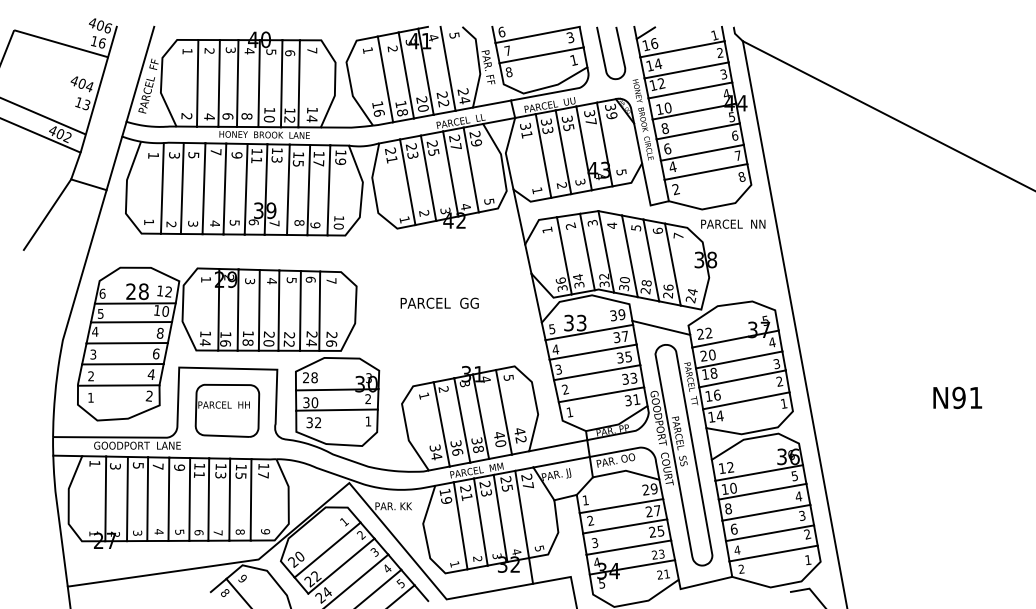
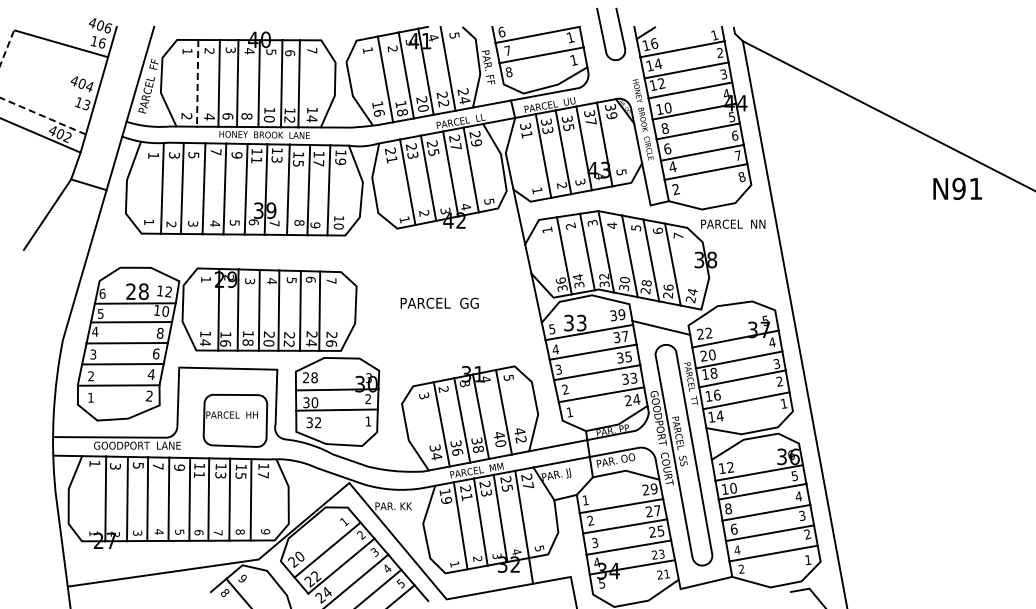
text at (570, 37): 3 -> 1
curve at (604, 56) position: (604, 56) -> (604, 37)
line at (197, 83): solid -> dashed
line at (25, 108): solid -> dashed
text at (424, 395): 1 -> 3
text at (957, 397) position: (957, 397) -> (957, 188)
text at (632, 400): 31 -> 24
part at (227, 410) position: (227, 410) -> (235, 420)
